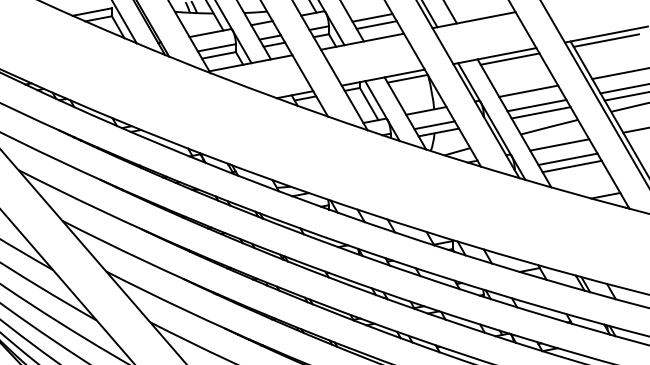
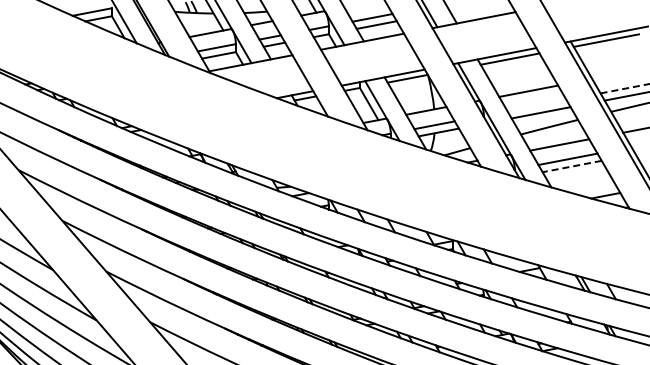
line at (619, 73): present -> none
line at (624, 88): solid -> dashed
line at (536, 105): present -> none
line at (571, 166): solid -> dashed
